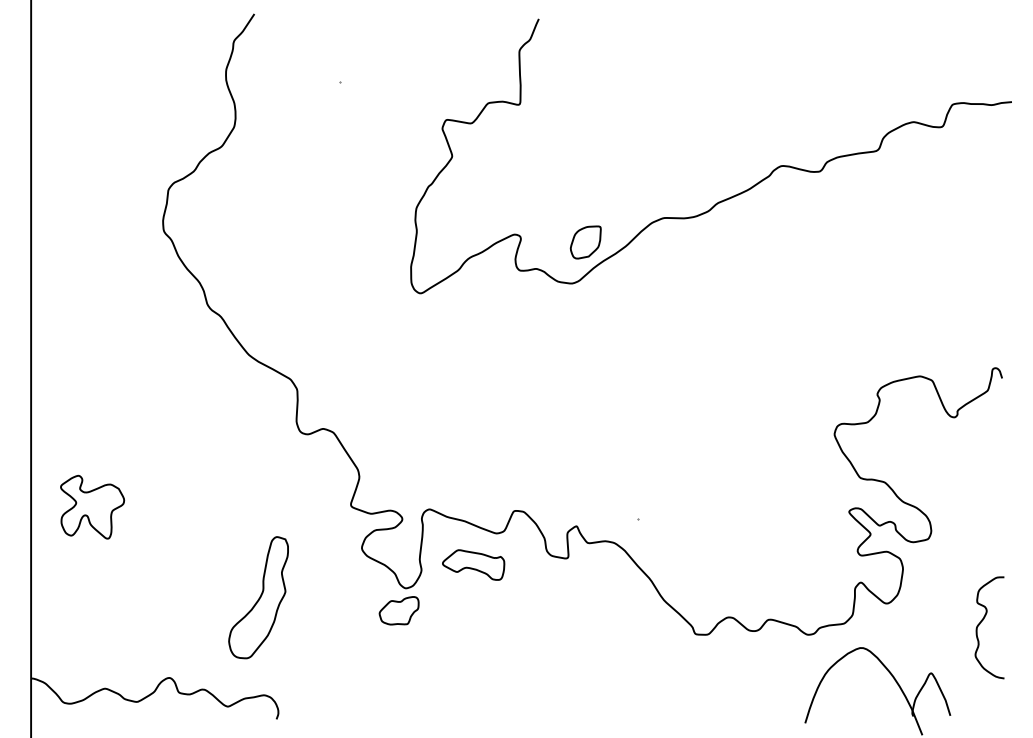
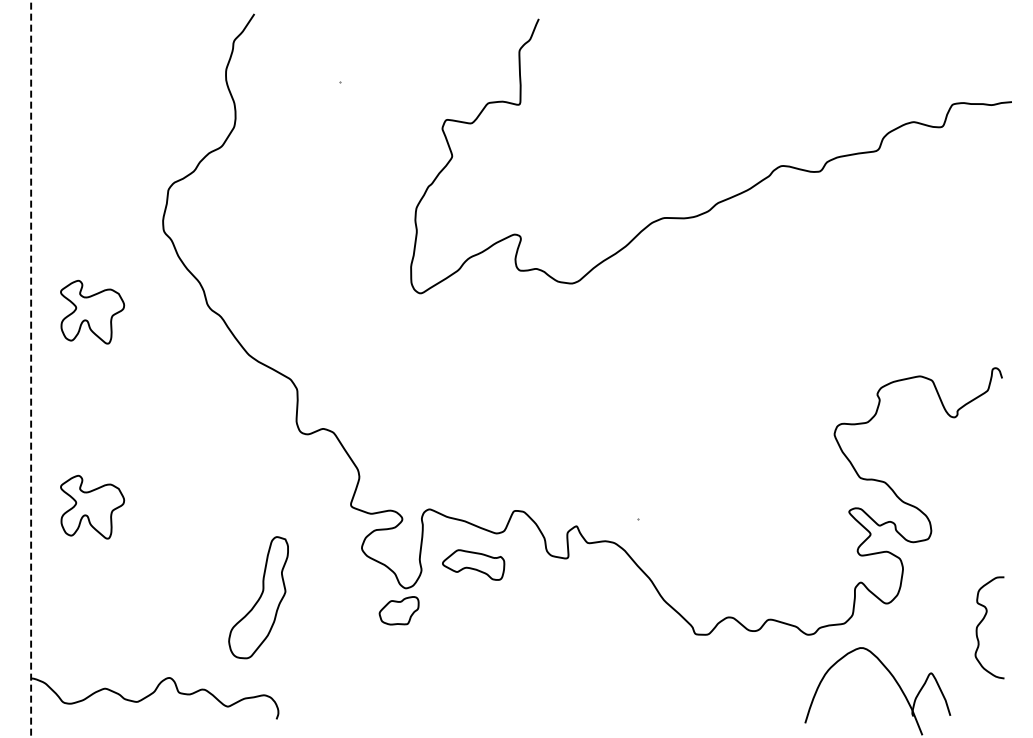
part at (585, 242): present -> none
part at (92, 311): none -> present
line at (31, 368): solid -> dashed
